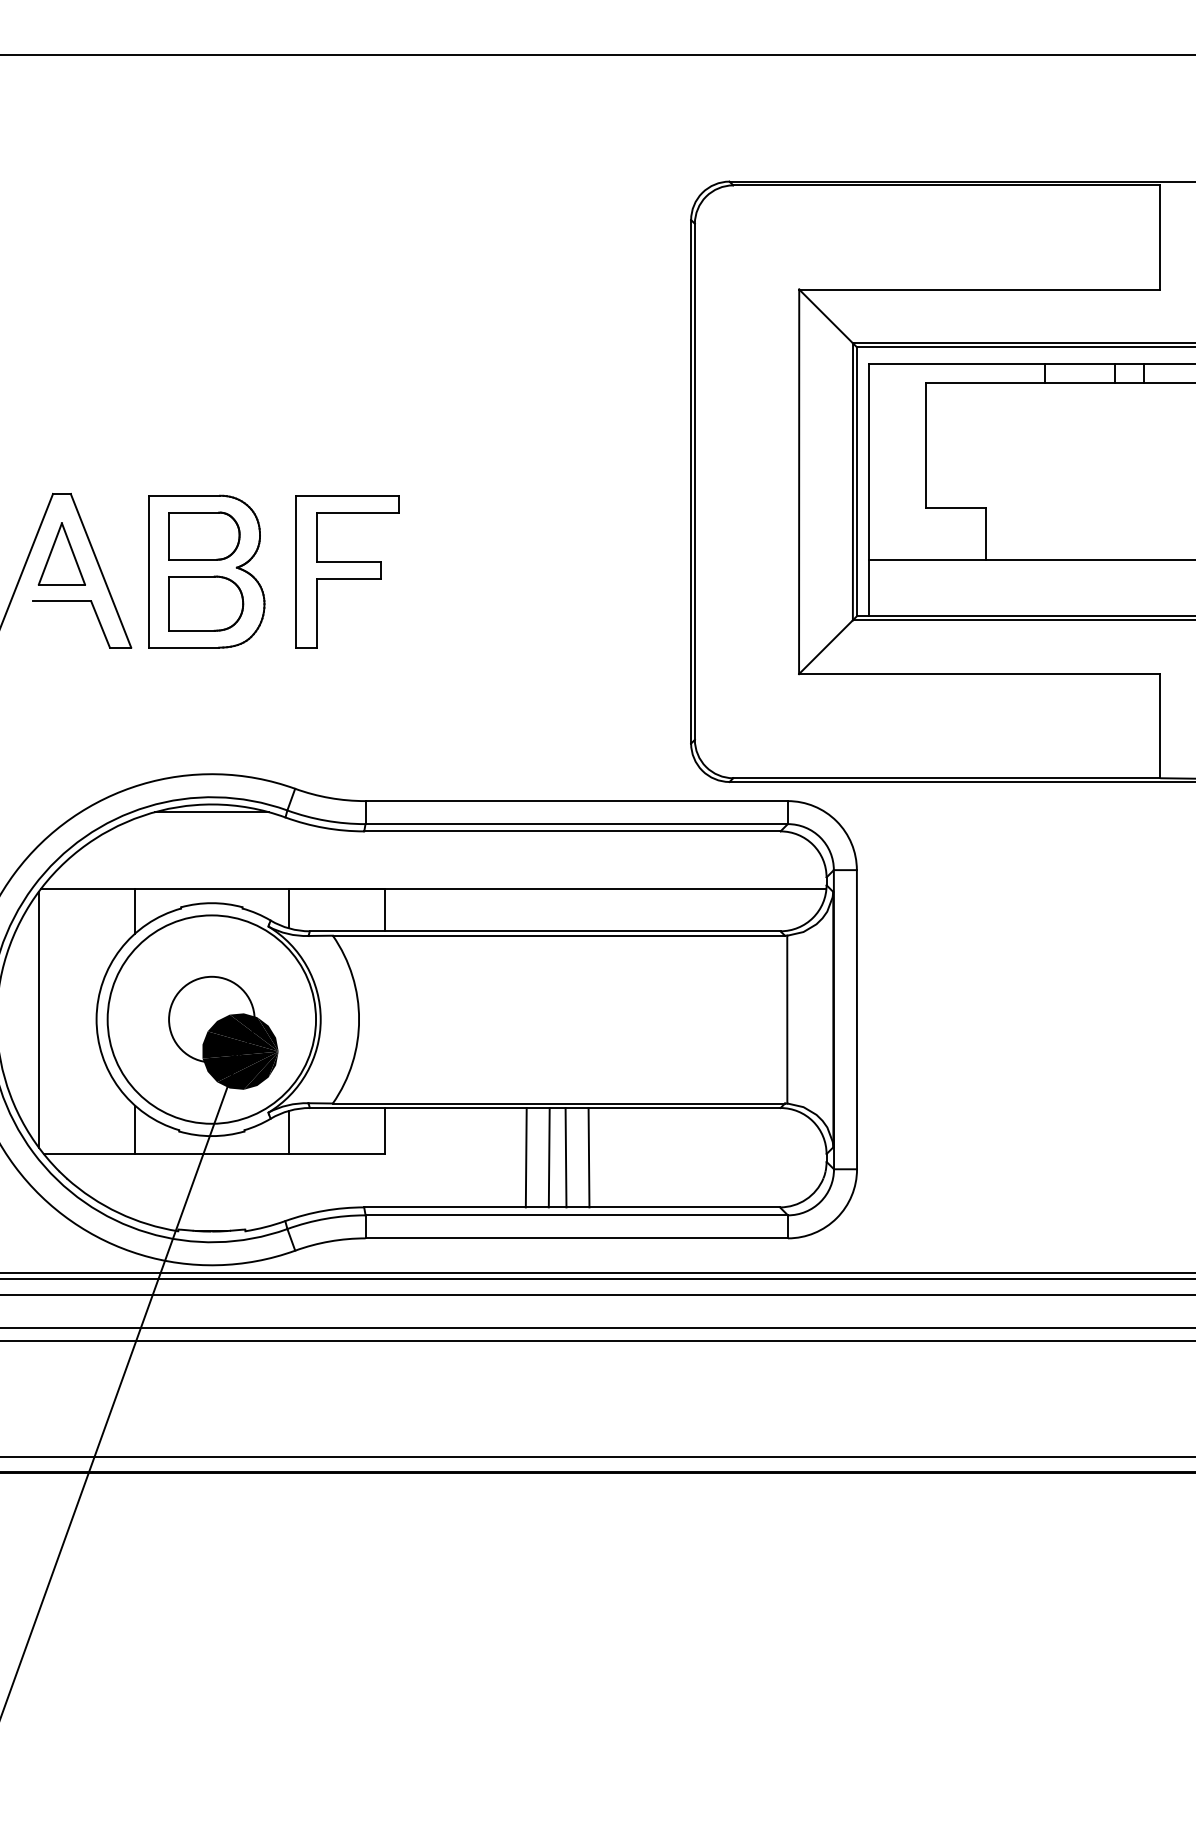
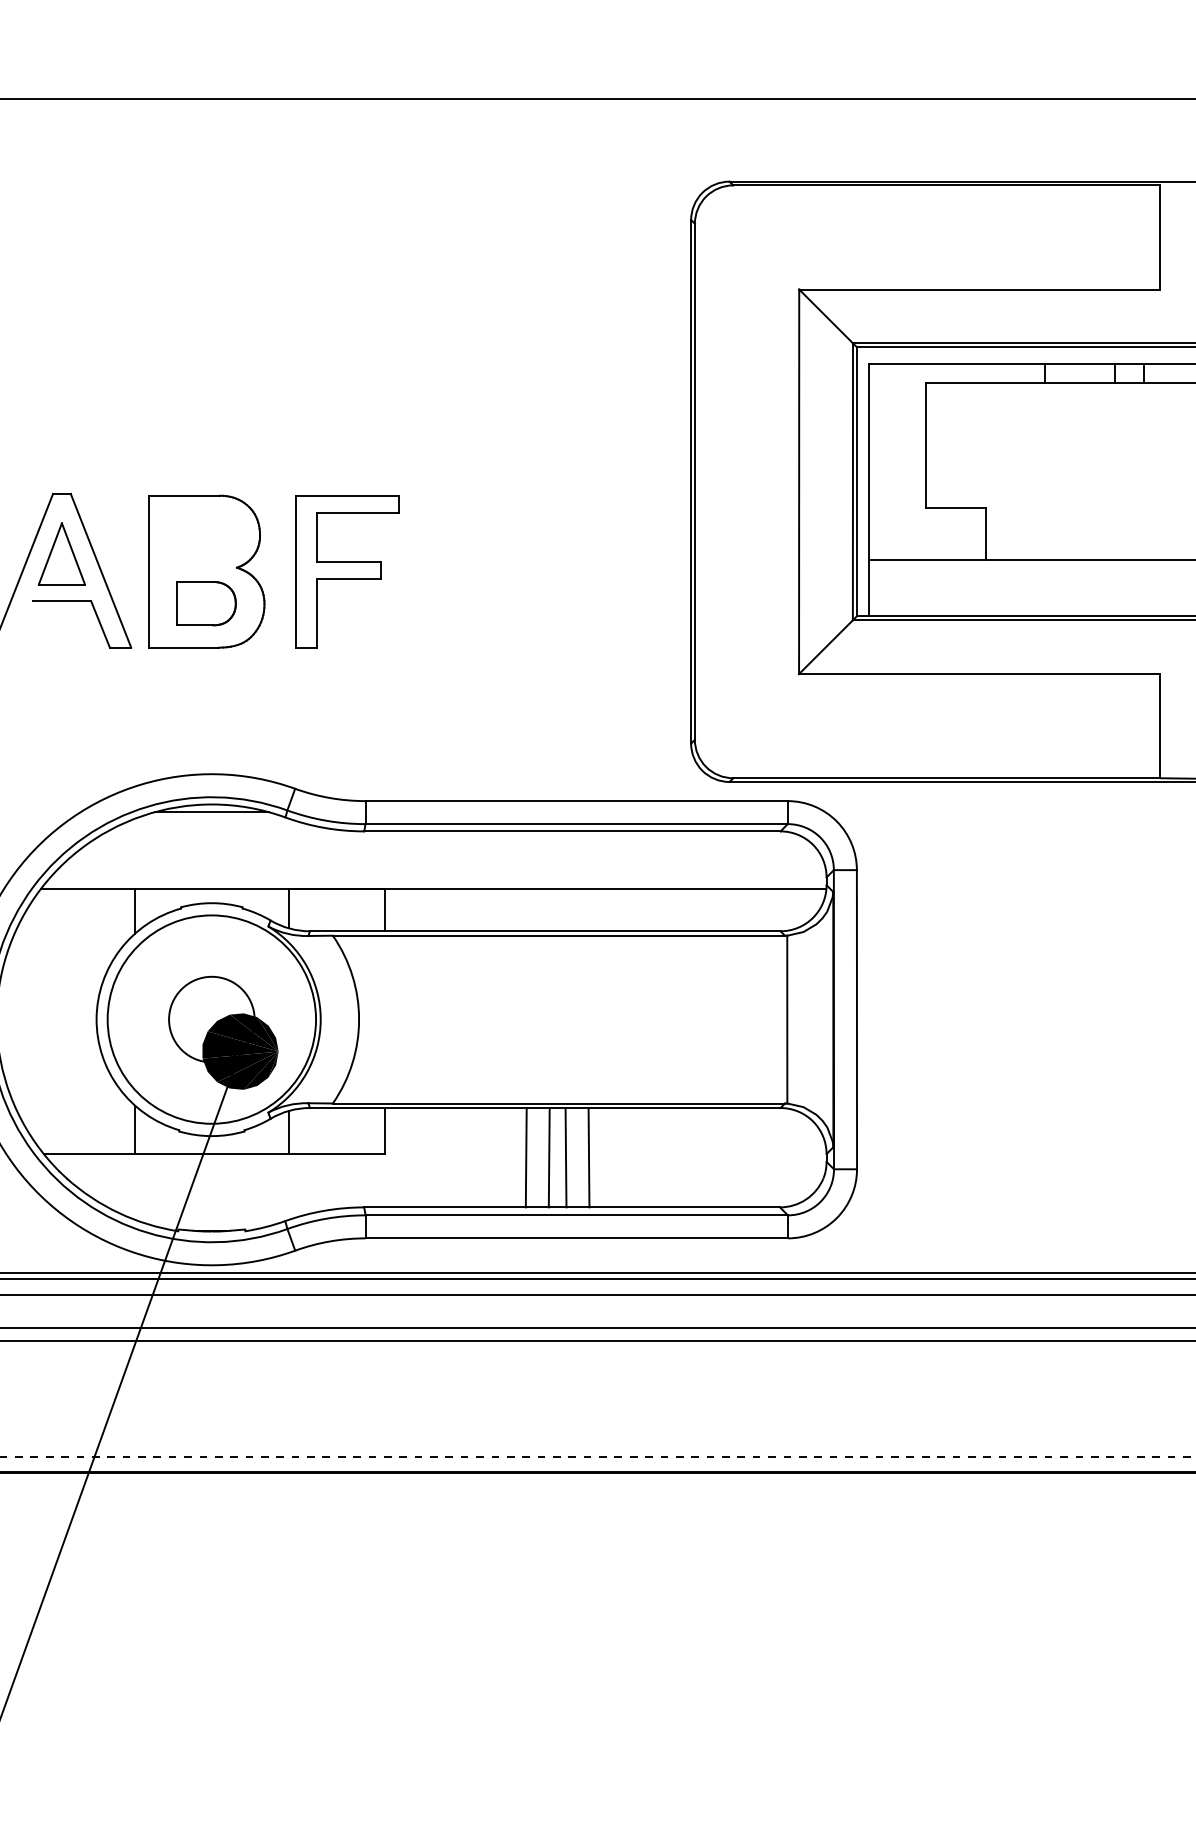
line at (597, 55) position: (597, 55) -> (597, 99)
part at (204, 535): present -> none
part at (206, 603) size: 77x57 px -> 61x46 px
line at (38, 1019): present -> none
line at (597, 1456): solid -> dashed
